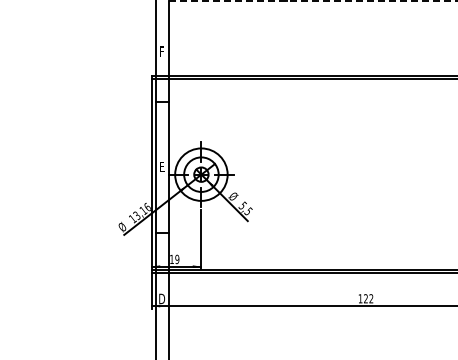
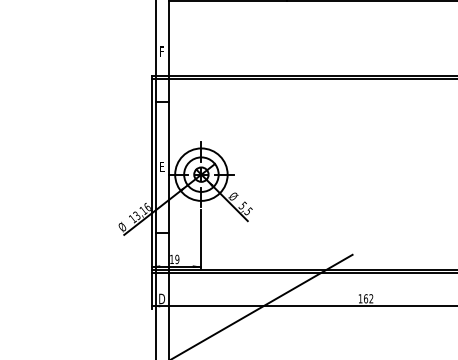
line at (313, 0): dashed -> solid
text at (366, 298): 122 -> 162
line at (263, 305): none -> present
